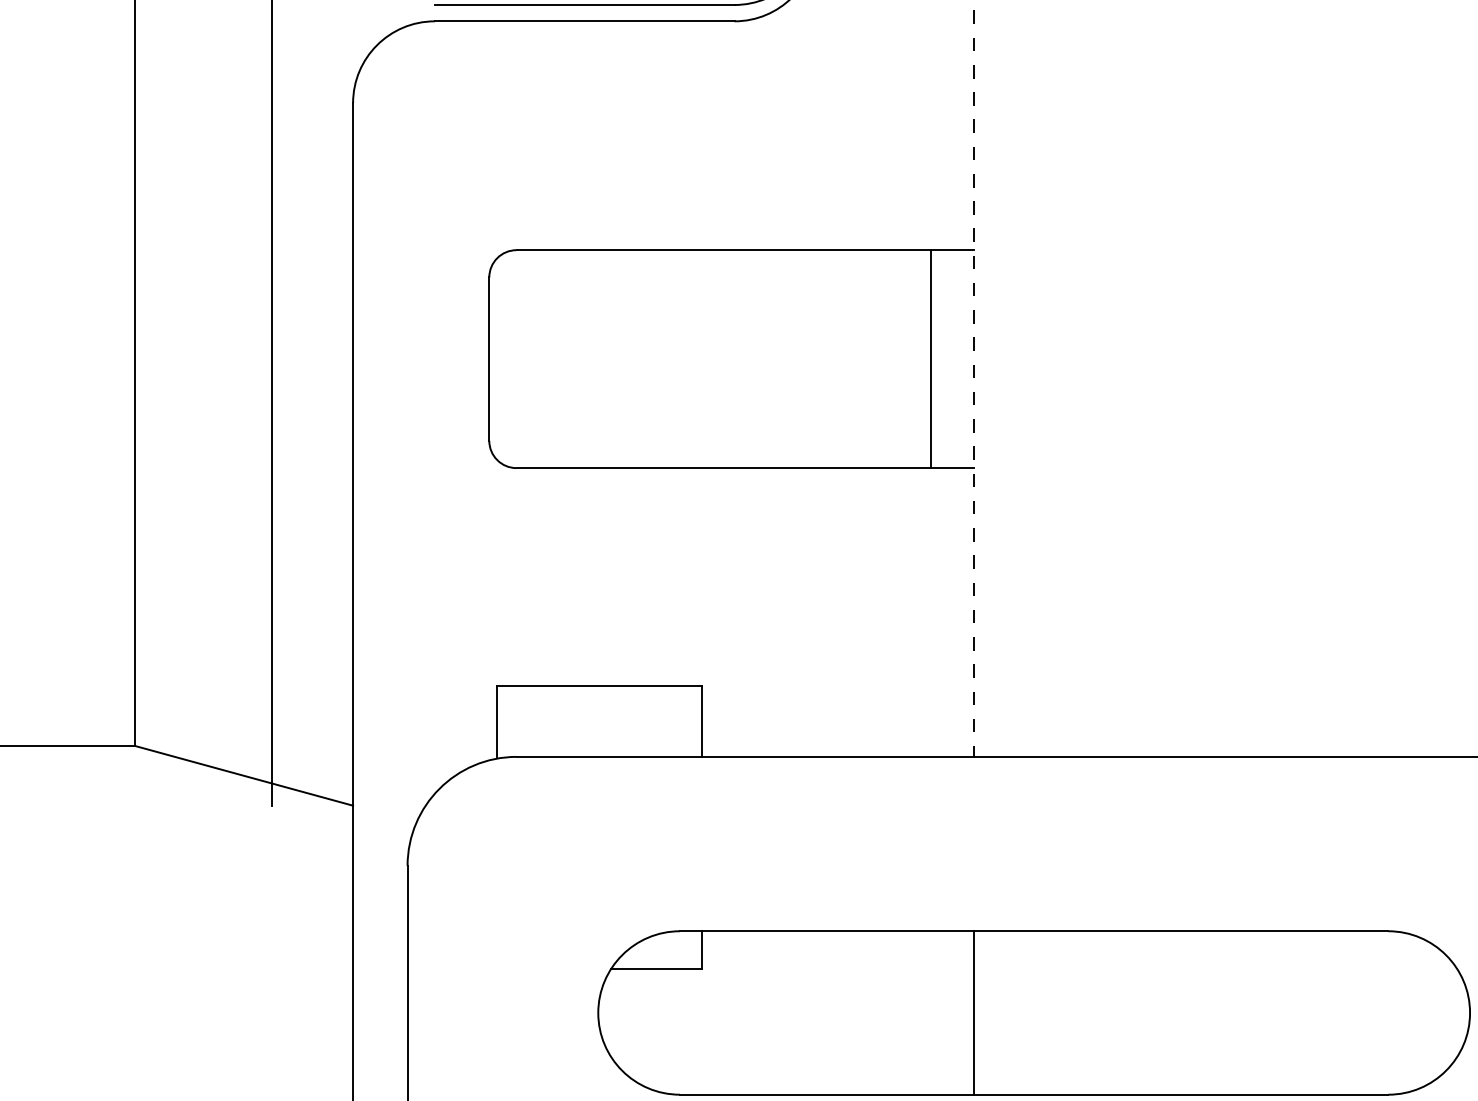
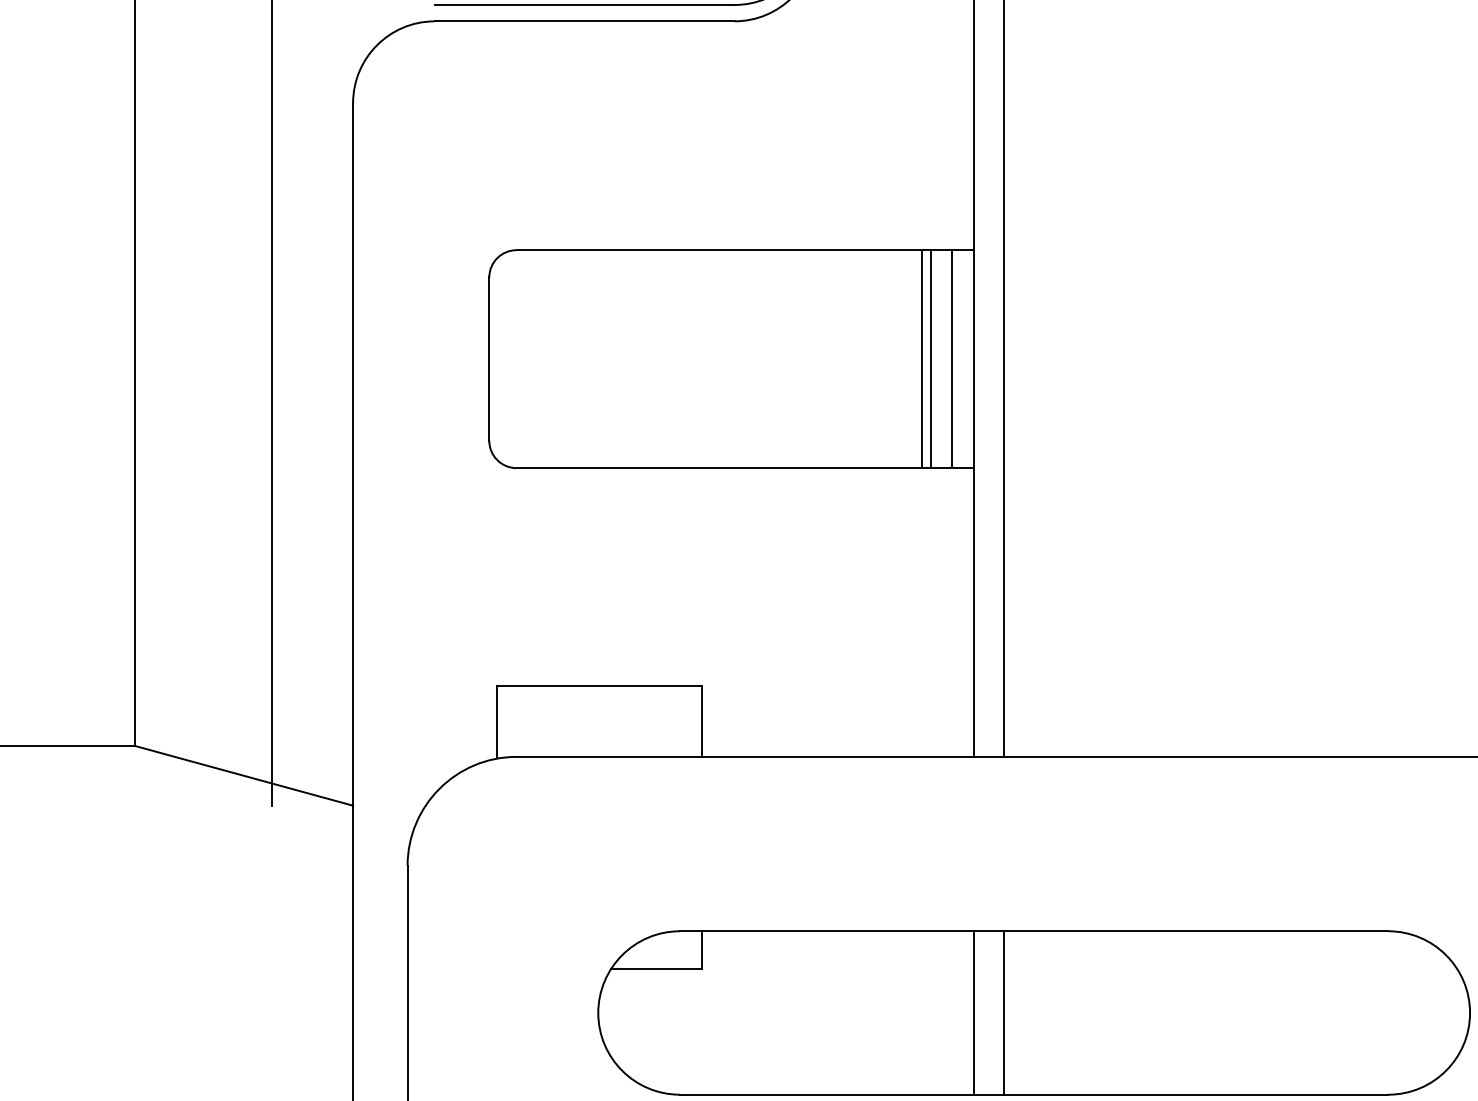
line at (922, 359): none -> present
line at (952, 359): none -> present
line at (974, 379): dashed -> solid
line at (1004, 379): none -> present
line at (1004, 1012): none -> present
